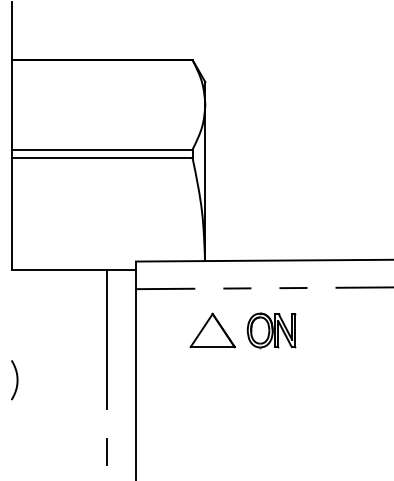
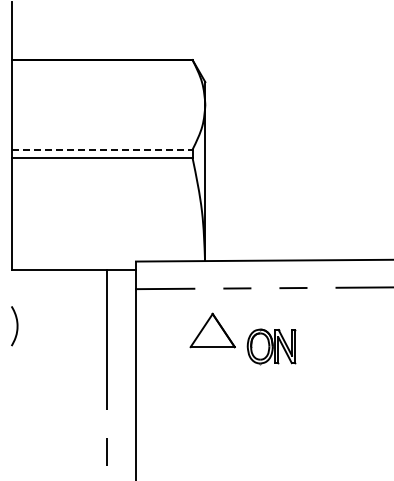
line at (102, 149): solid -> dashed
part at (271, 330) position: (271, 330) -> (271, 346)
curve at (16, 380) position: (16, 380) -> (16, 326)
